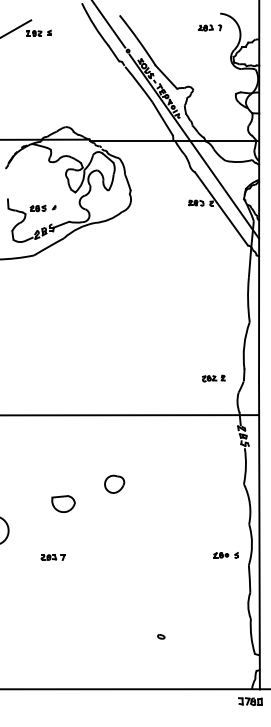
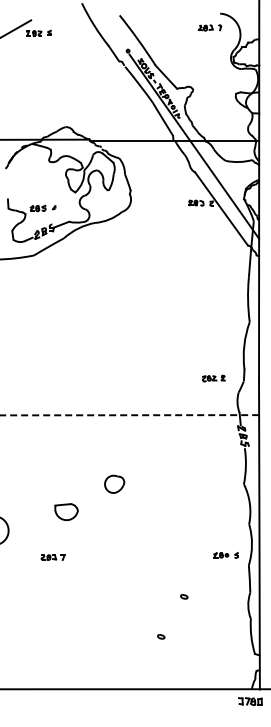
line at (109, 24): present -> none
line at (130, 415): solid -> dashed
part at (63, 503) position: (63, 503) -> (66, 511)
part at (184, 596): none -> present
